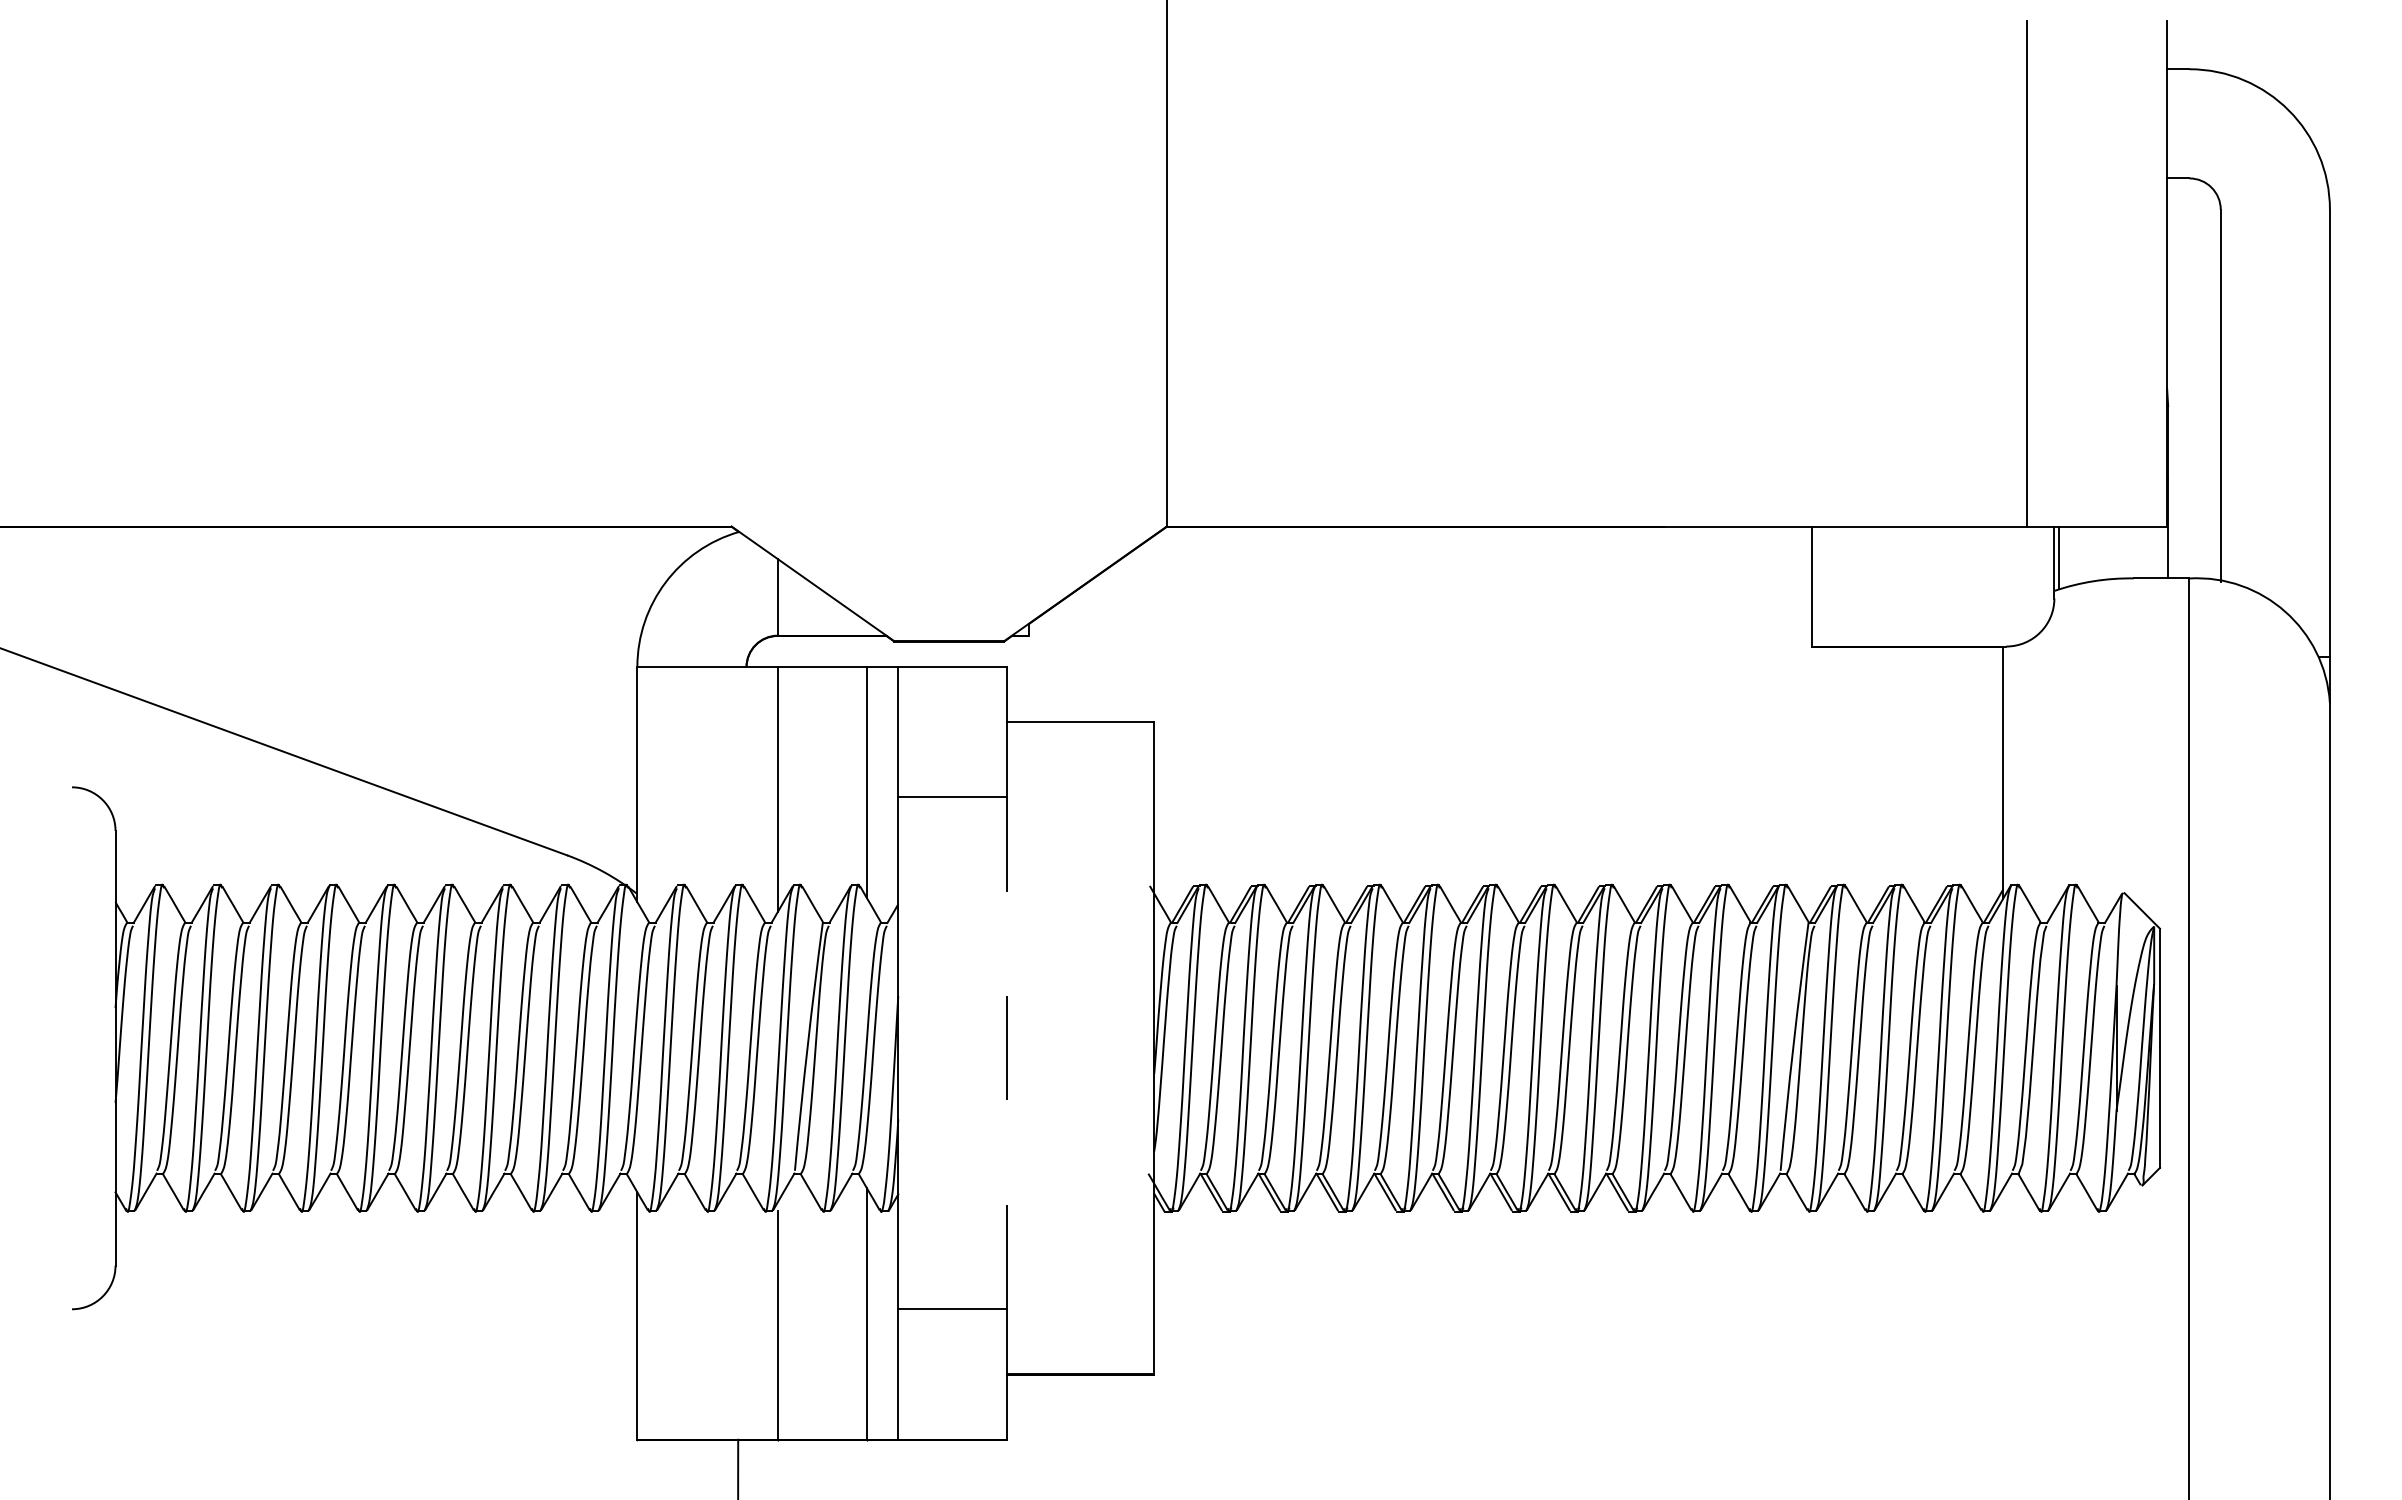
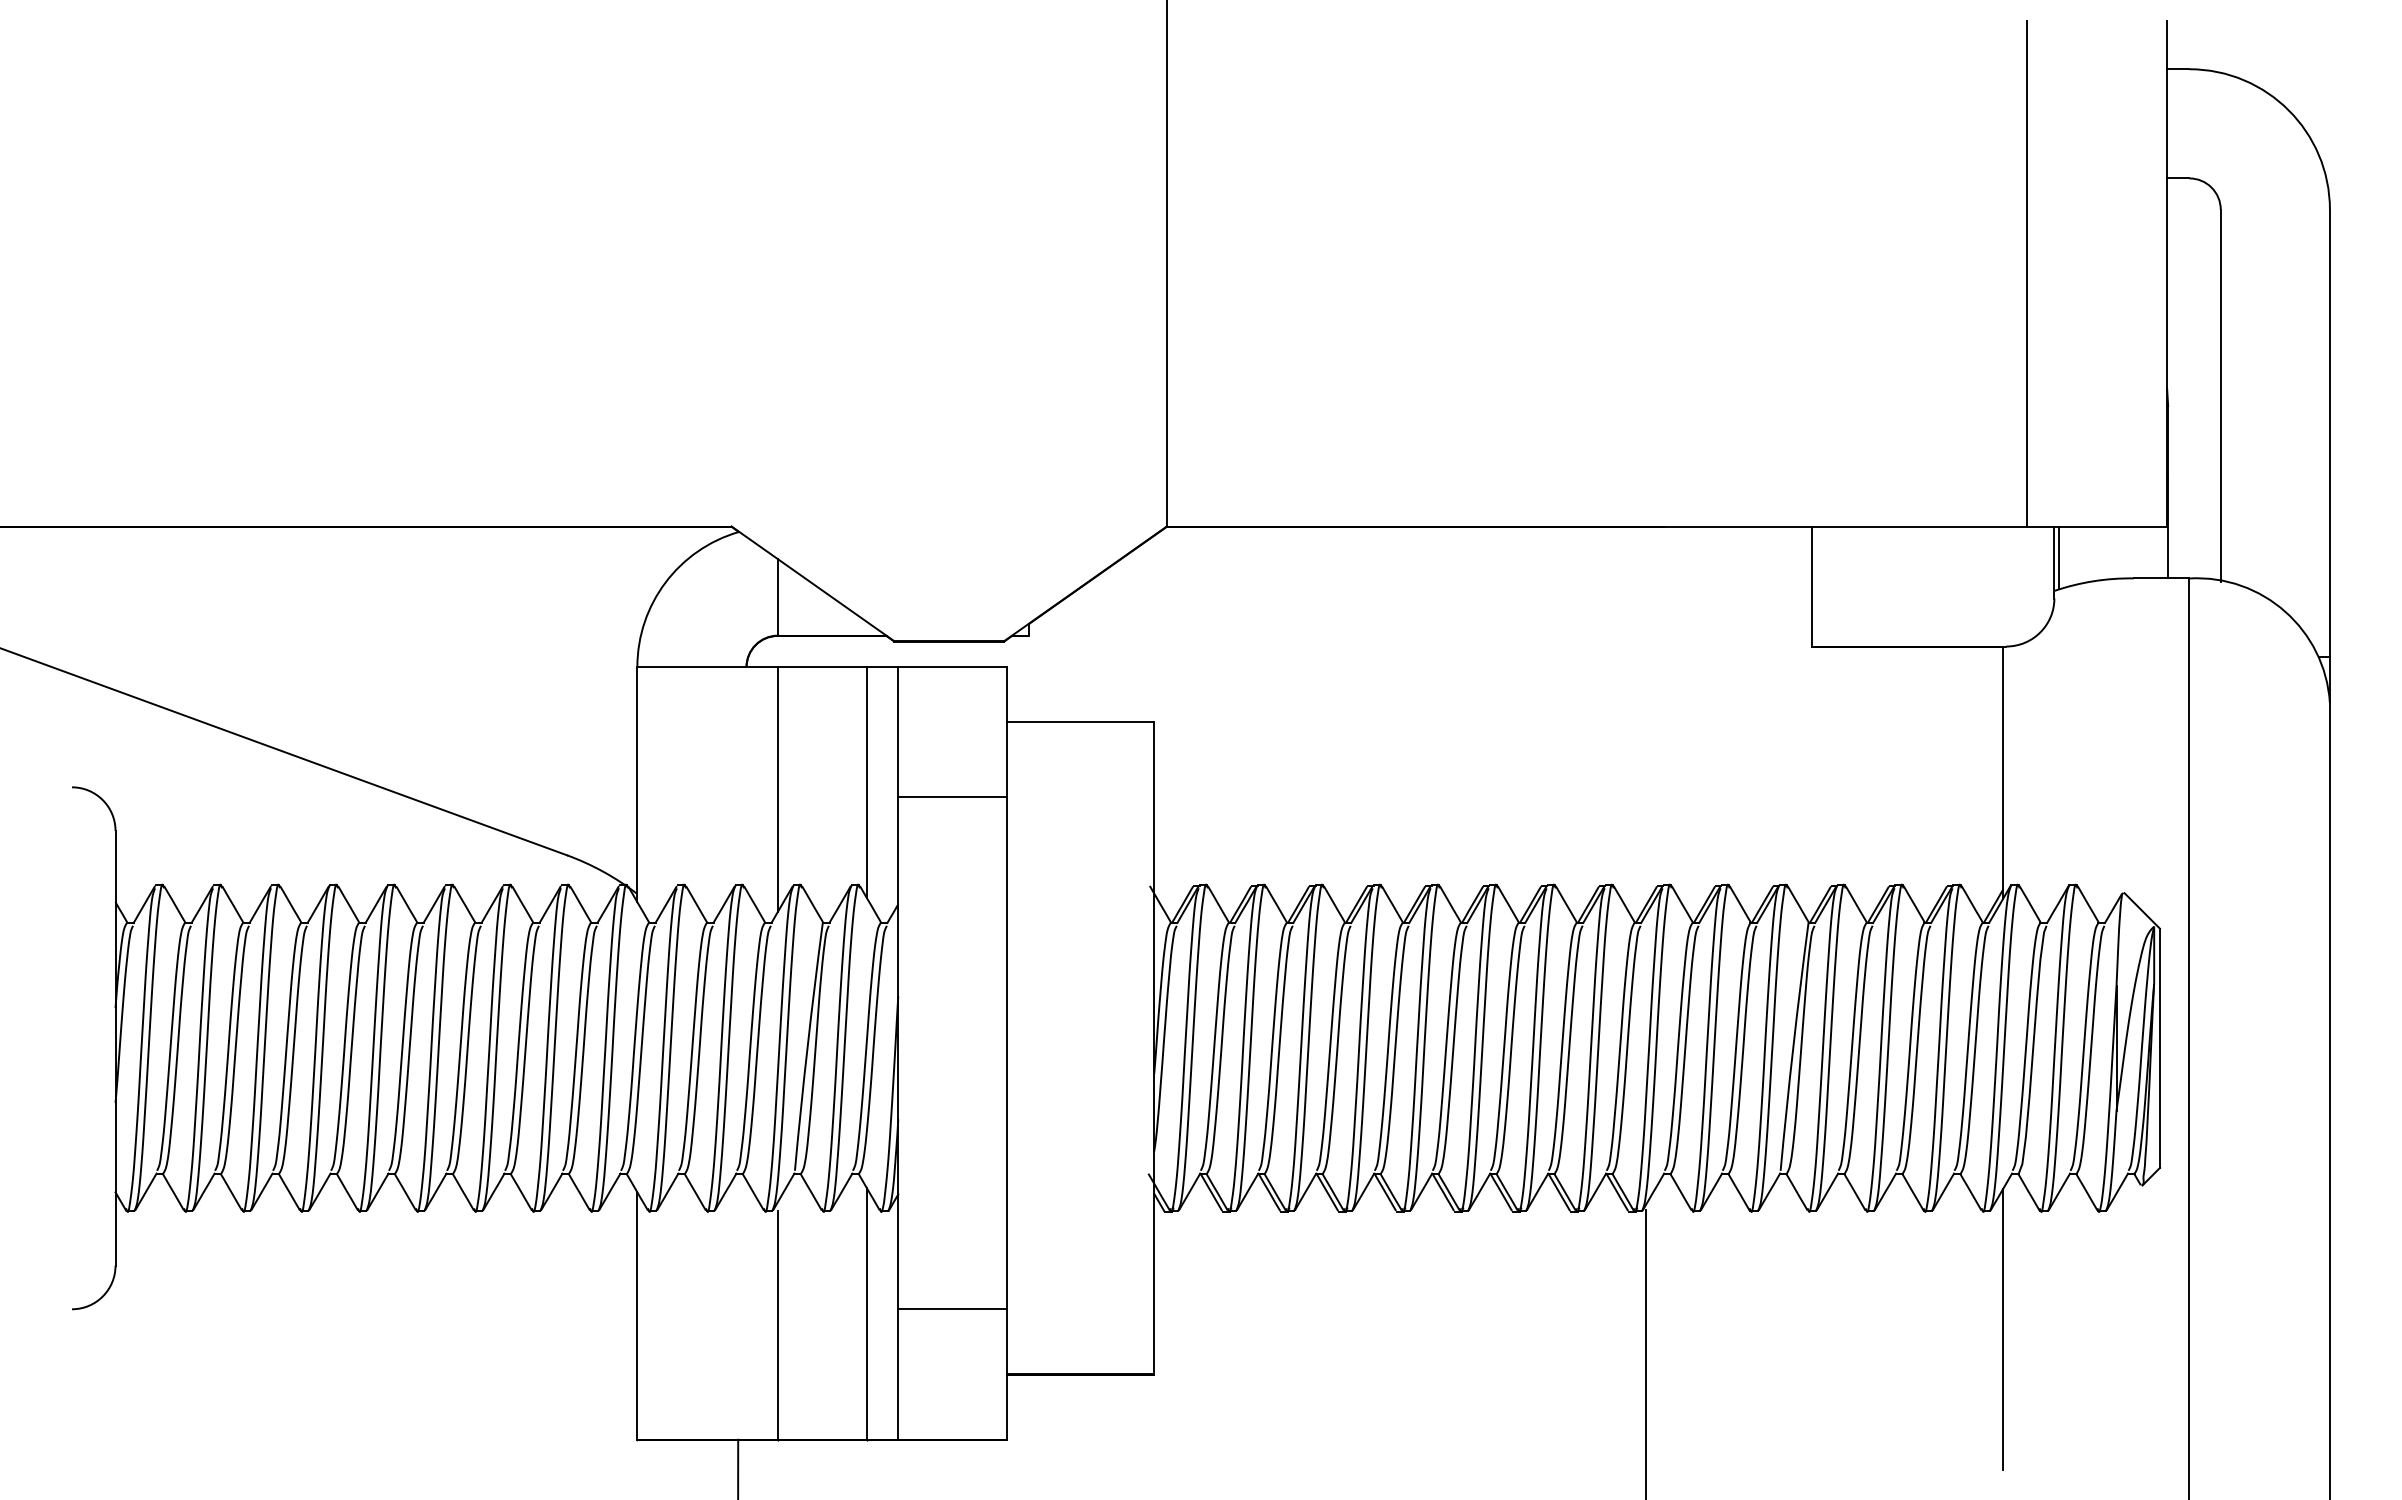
line at (1007, 1053): dashed -> solid
line at (2003, 1328): none -> present
line at (1646, 1353): none -> present
